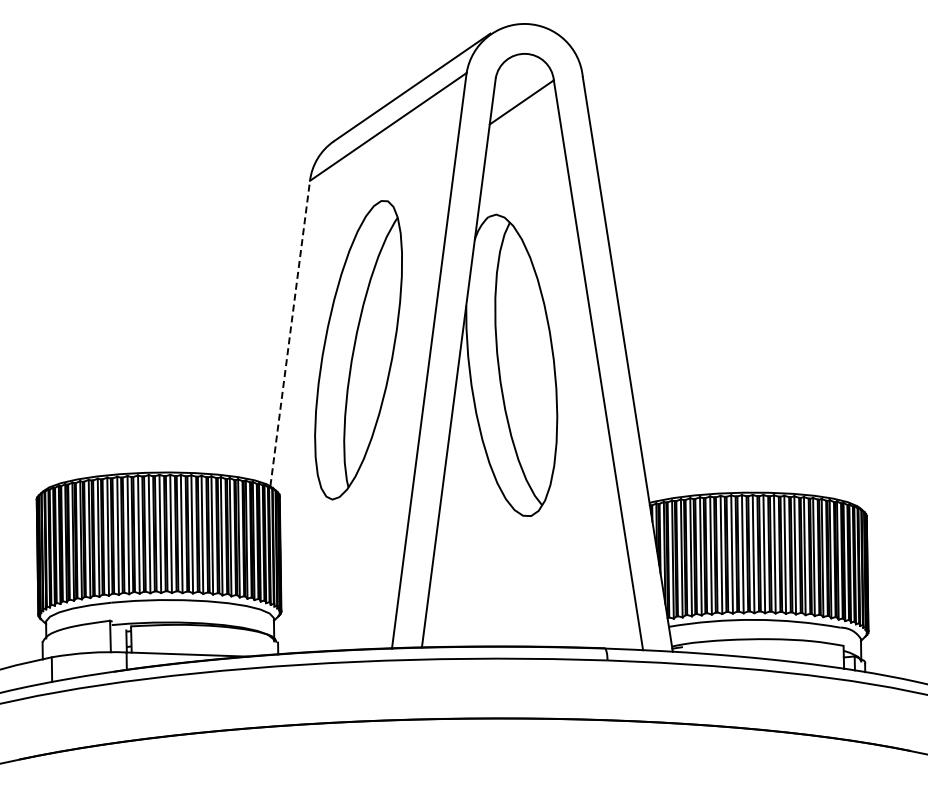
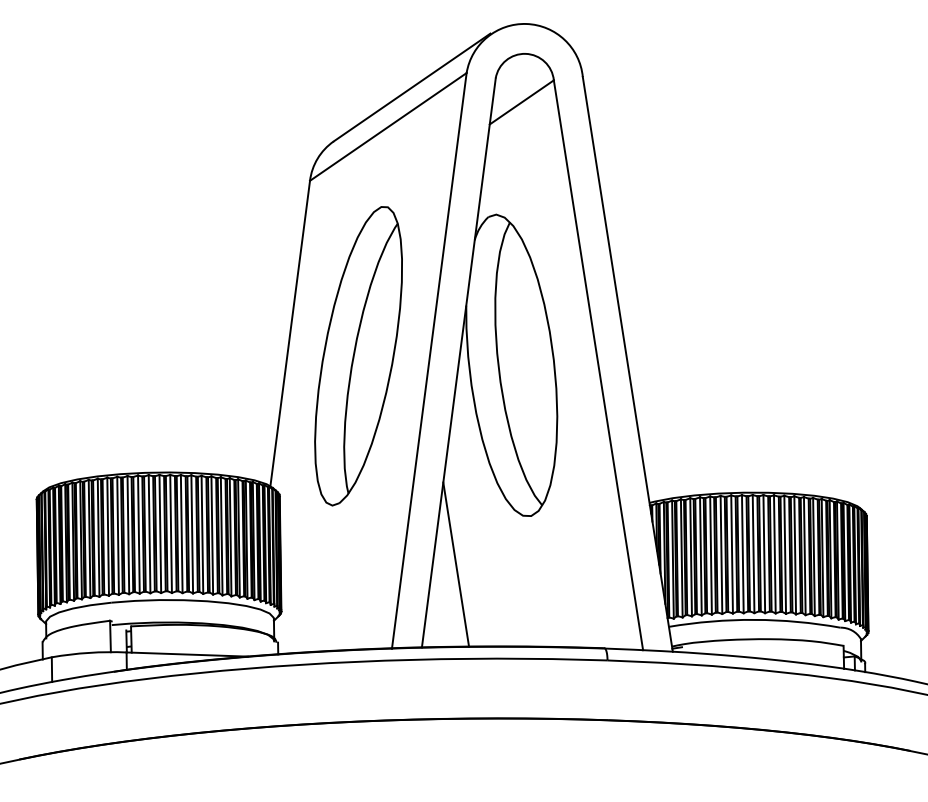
line at (290, 333): dashed -> solid
part at (358, 350) position: (358, 350) -> (358, 356)
line at (456, 564): none -> present
